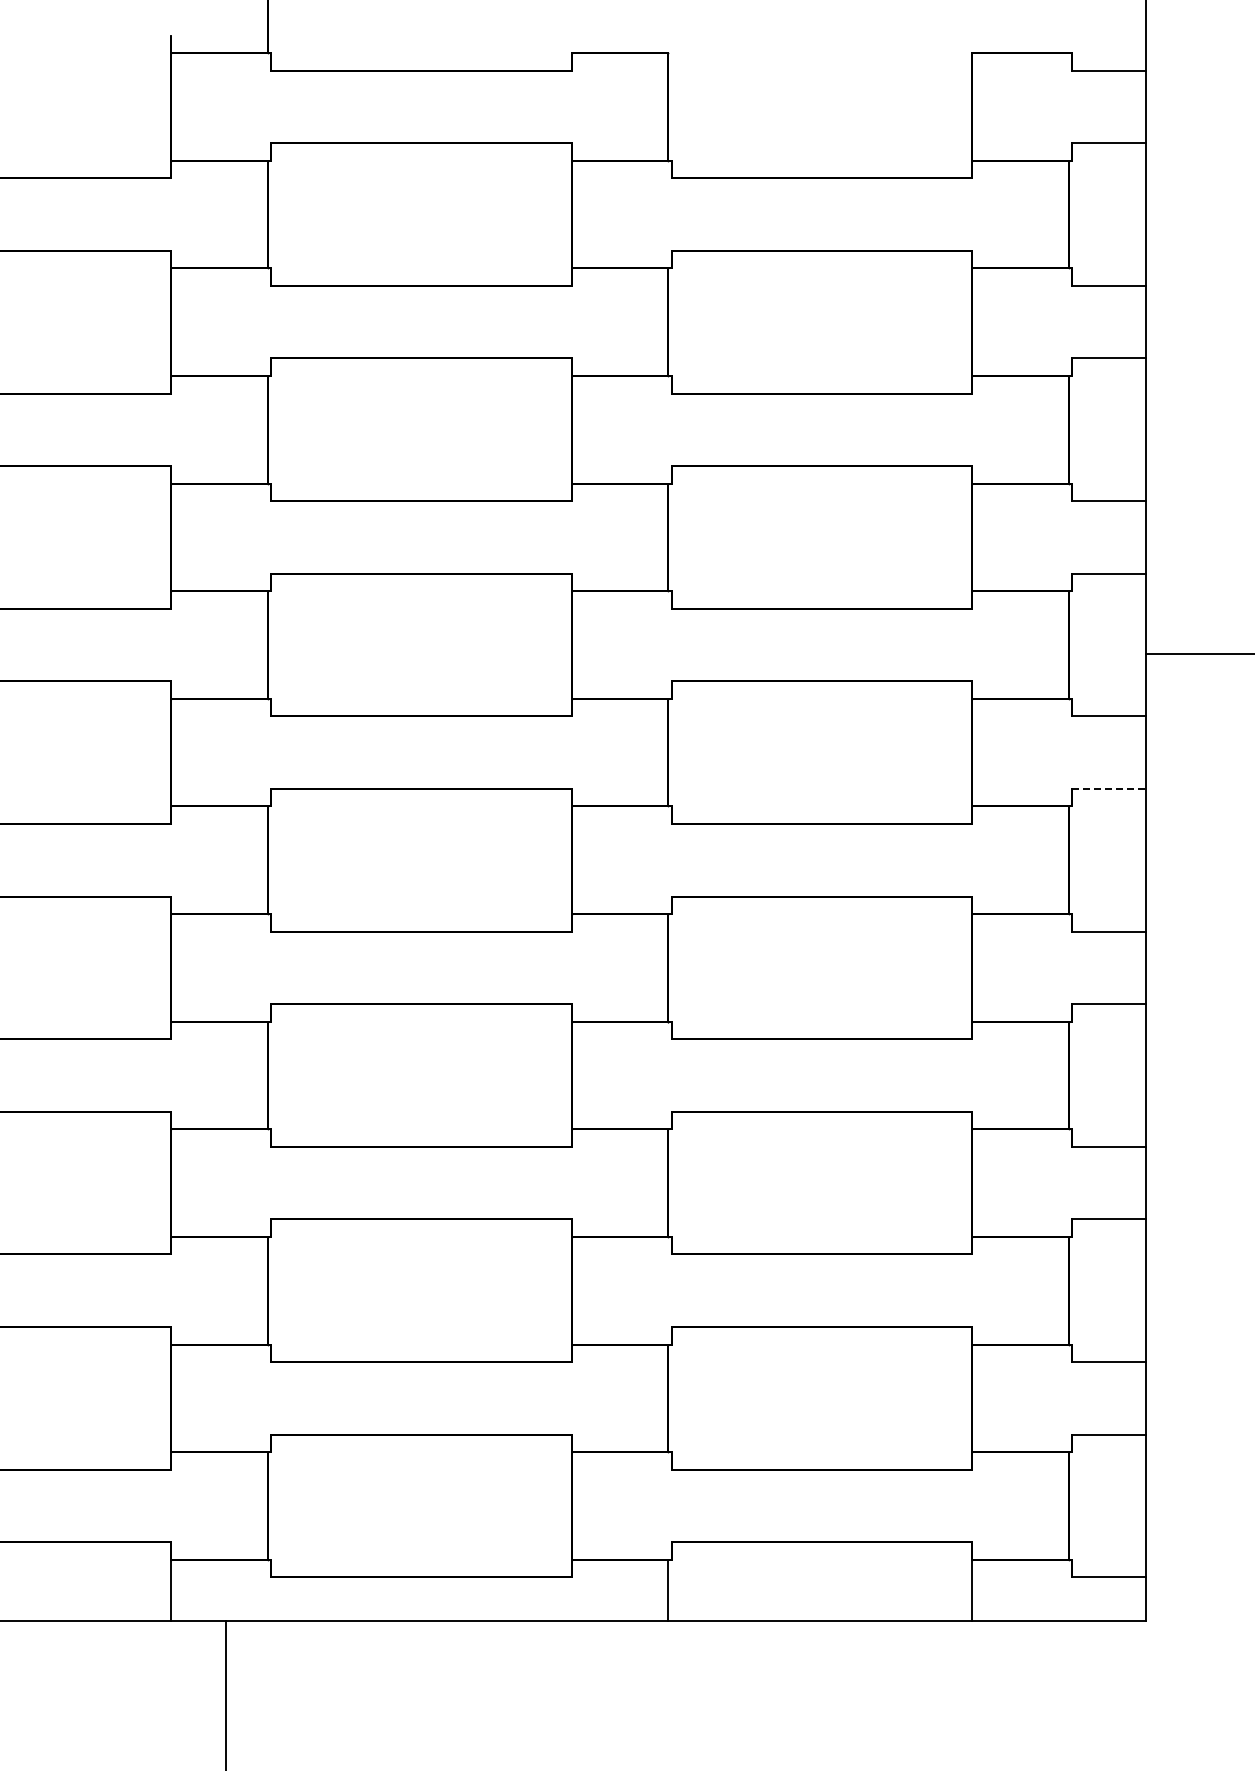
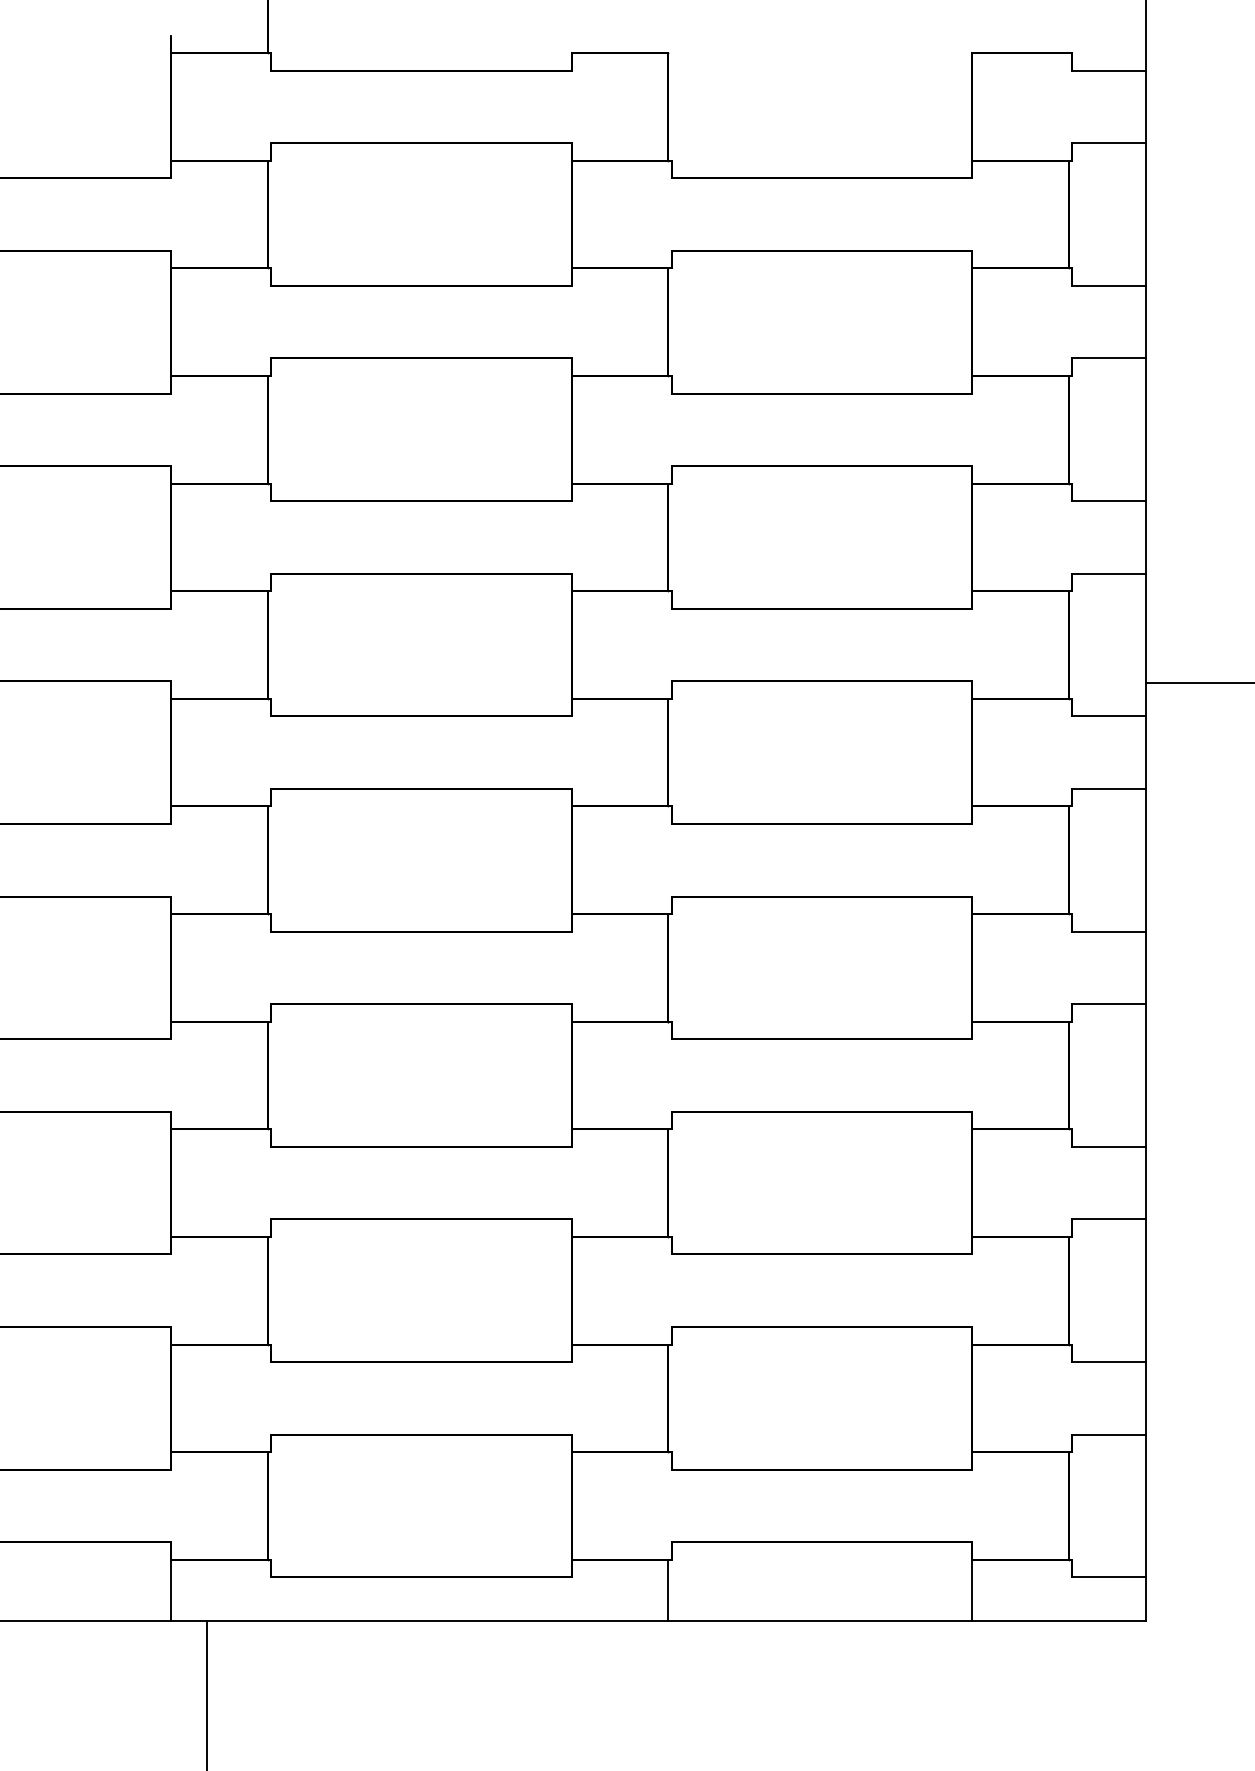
line at (1198, 653) position: (1198, 653) -> (1198, 682)
line at (1109, 788): dashed -> solid
line at (226, 1694) position: (226, 1694) -> (207, 1694)
